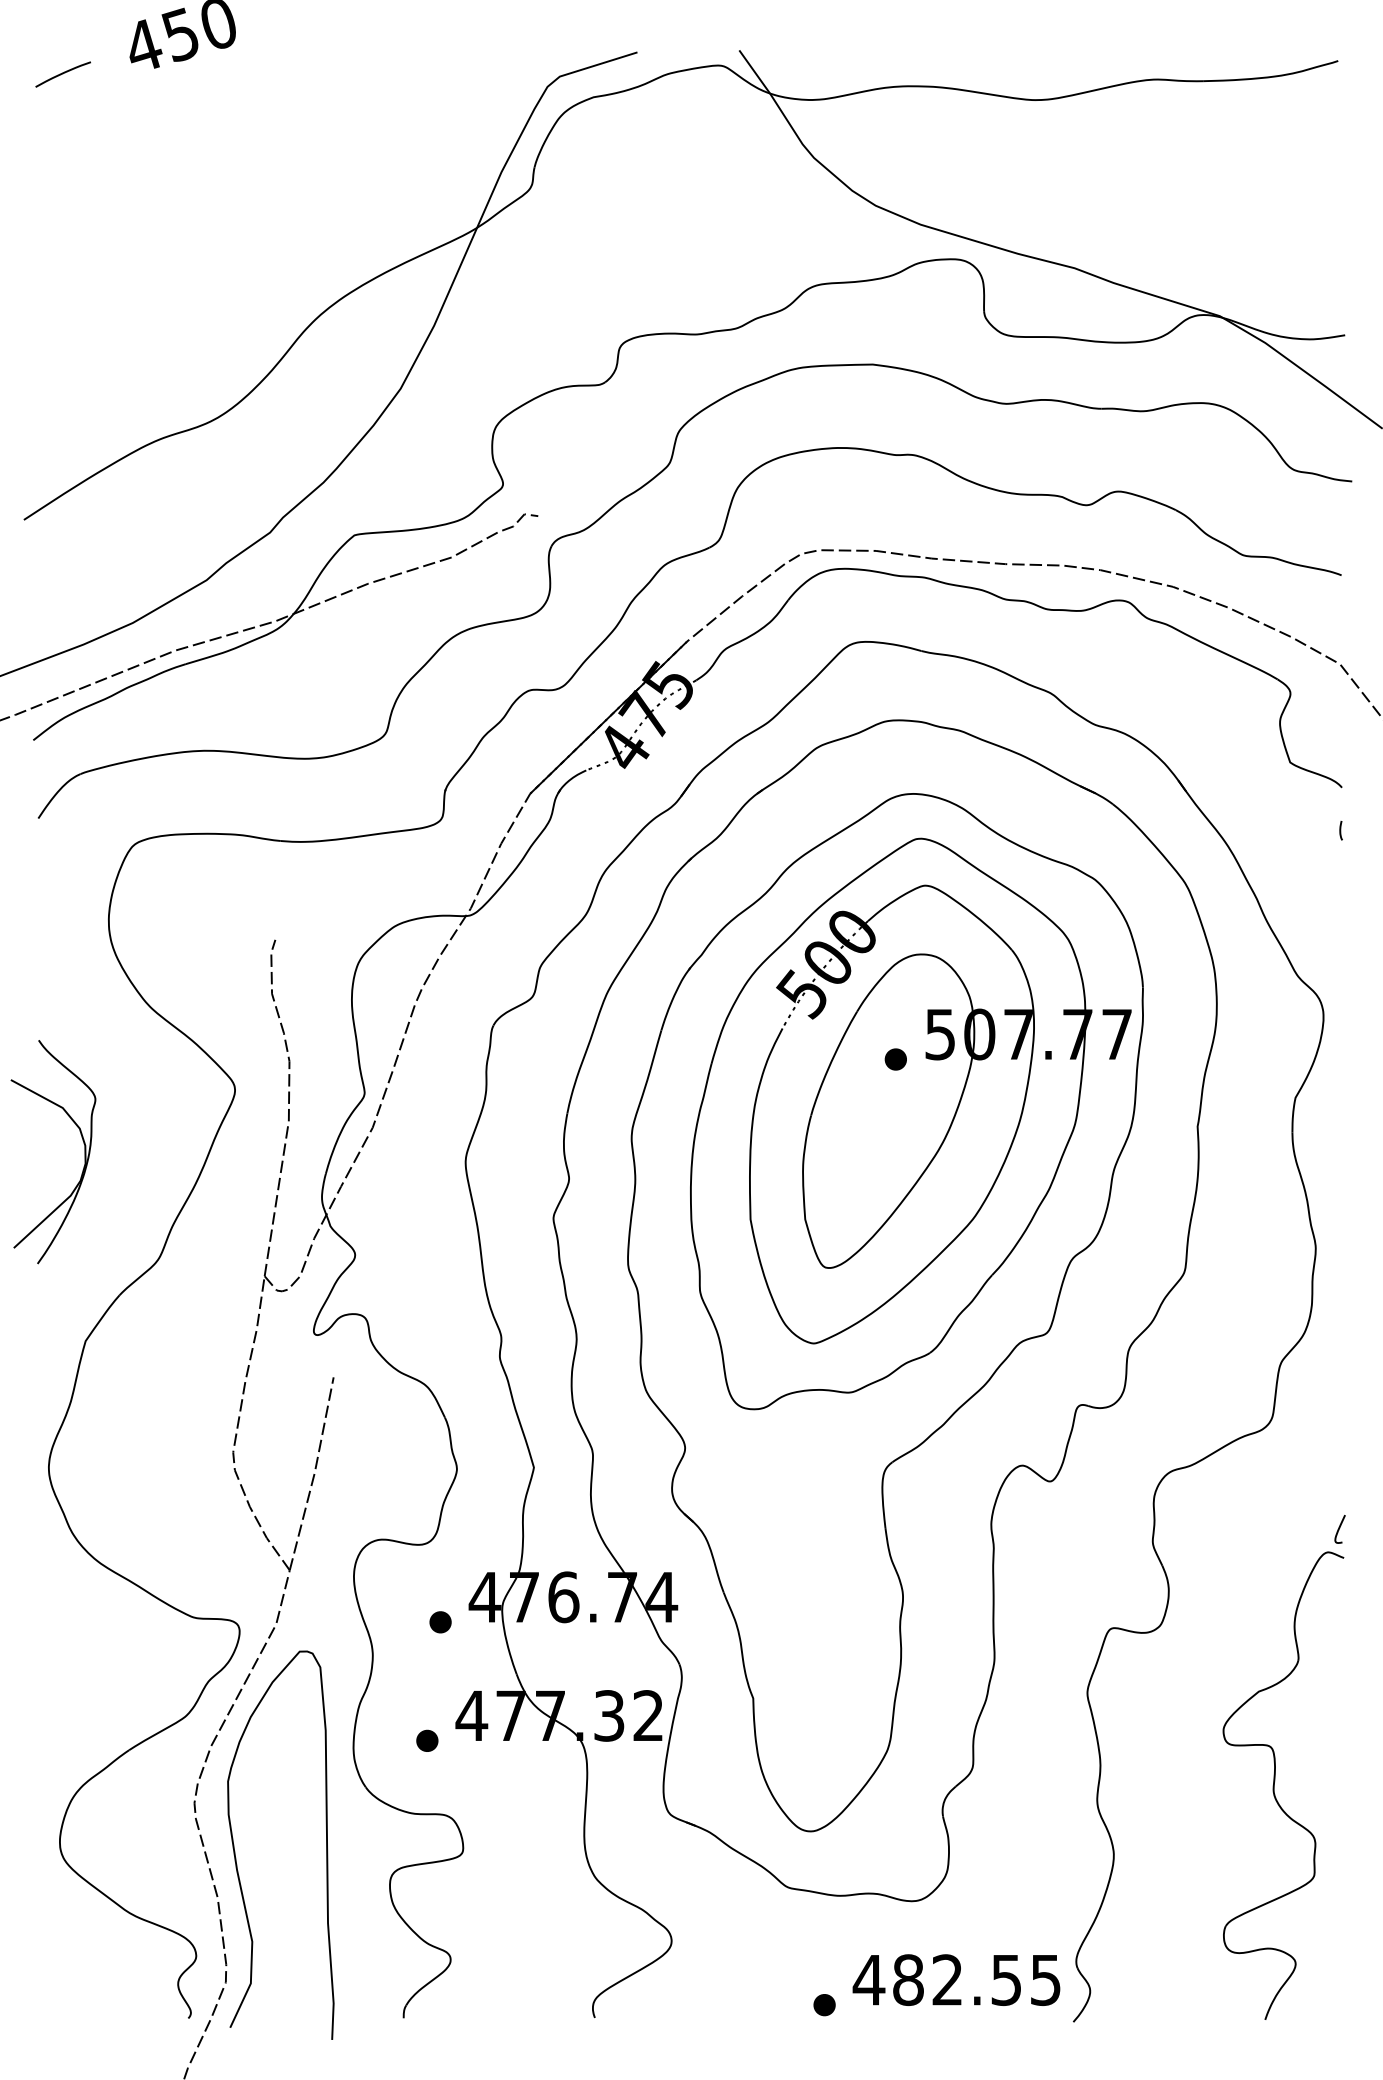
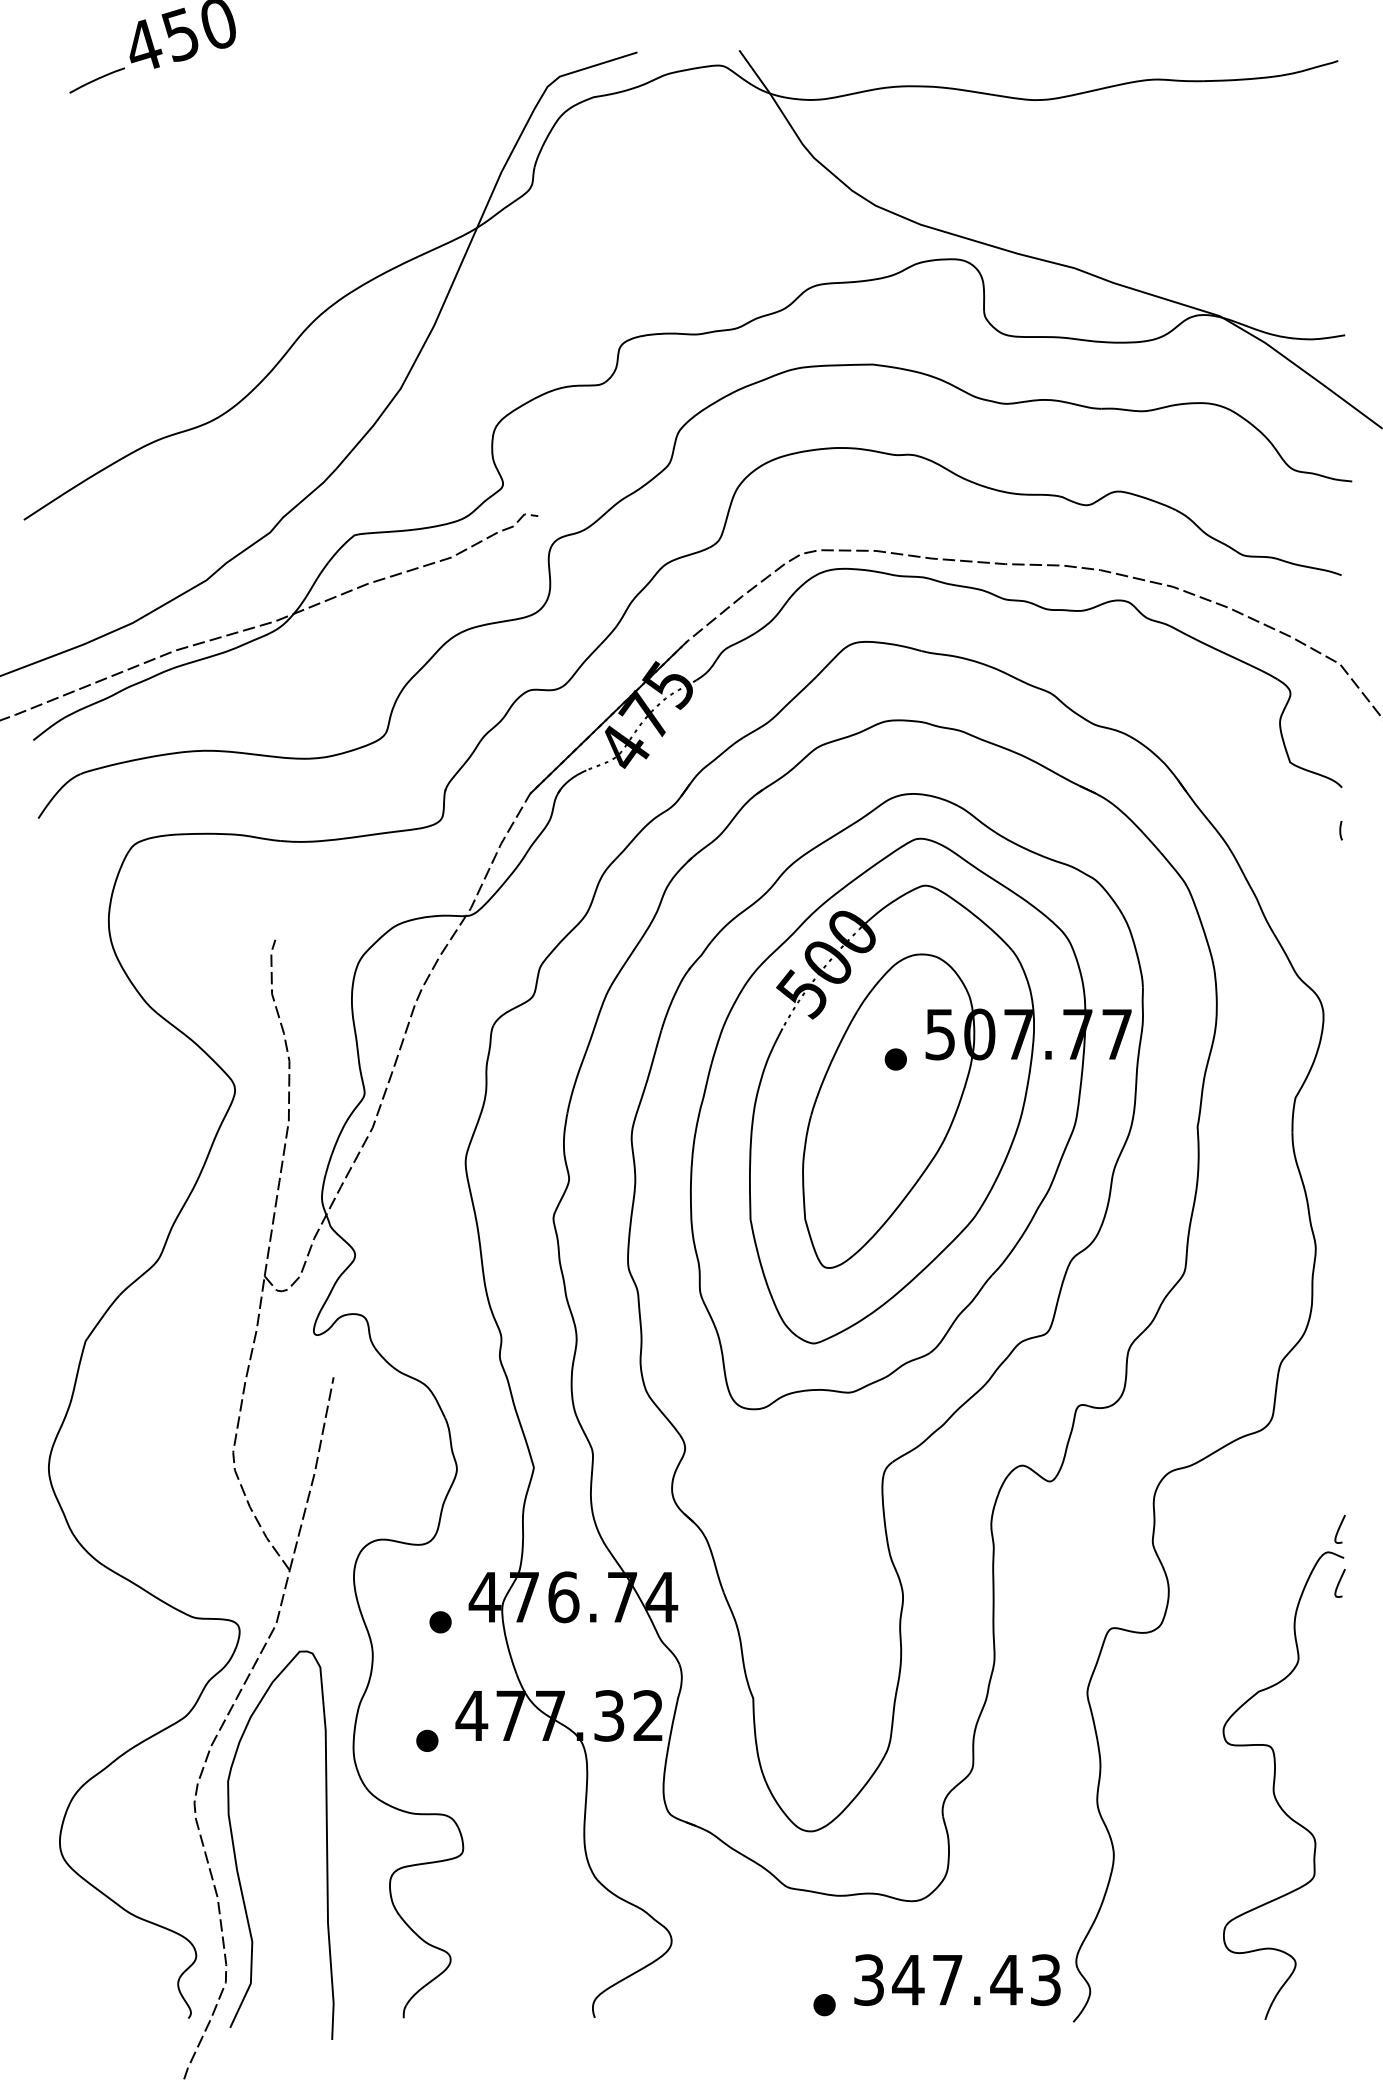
curve at (62, 74) position: (62, 74) -> (96, 80)
part at (84, 1152): present -> none
curve at (1339, 1583): none -> present
text at (956, 1980): 482.55 -> 347.43
